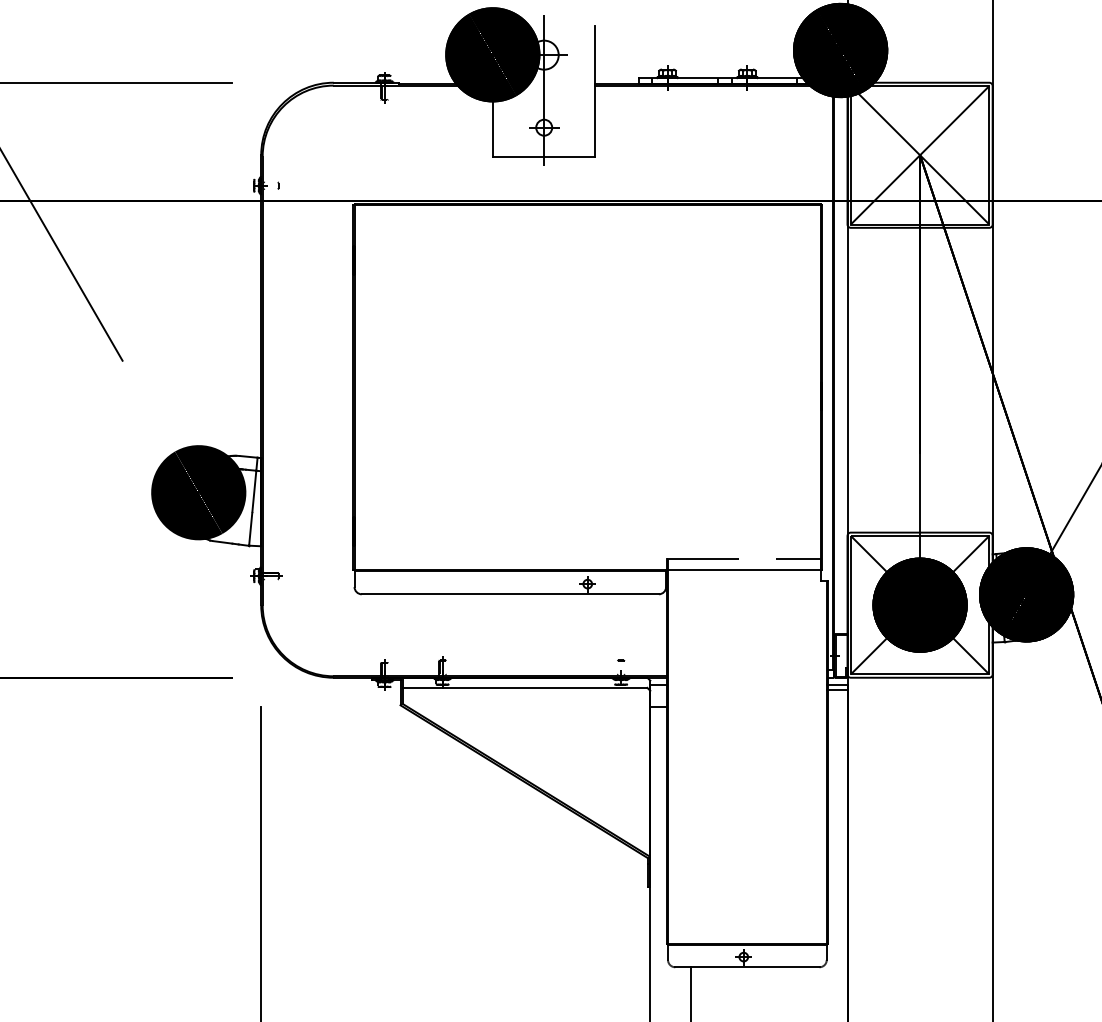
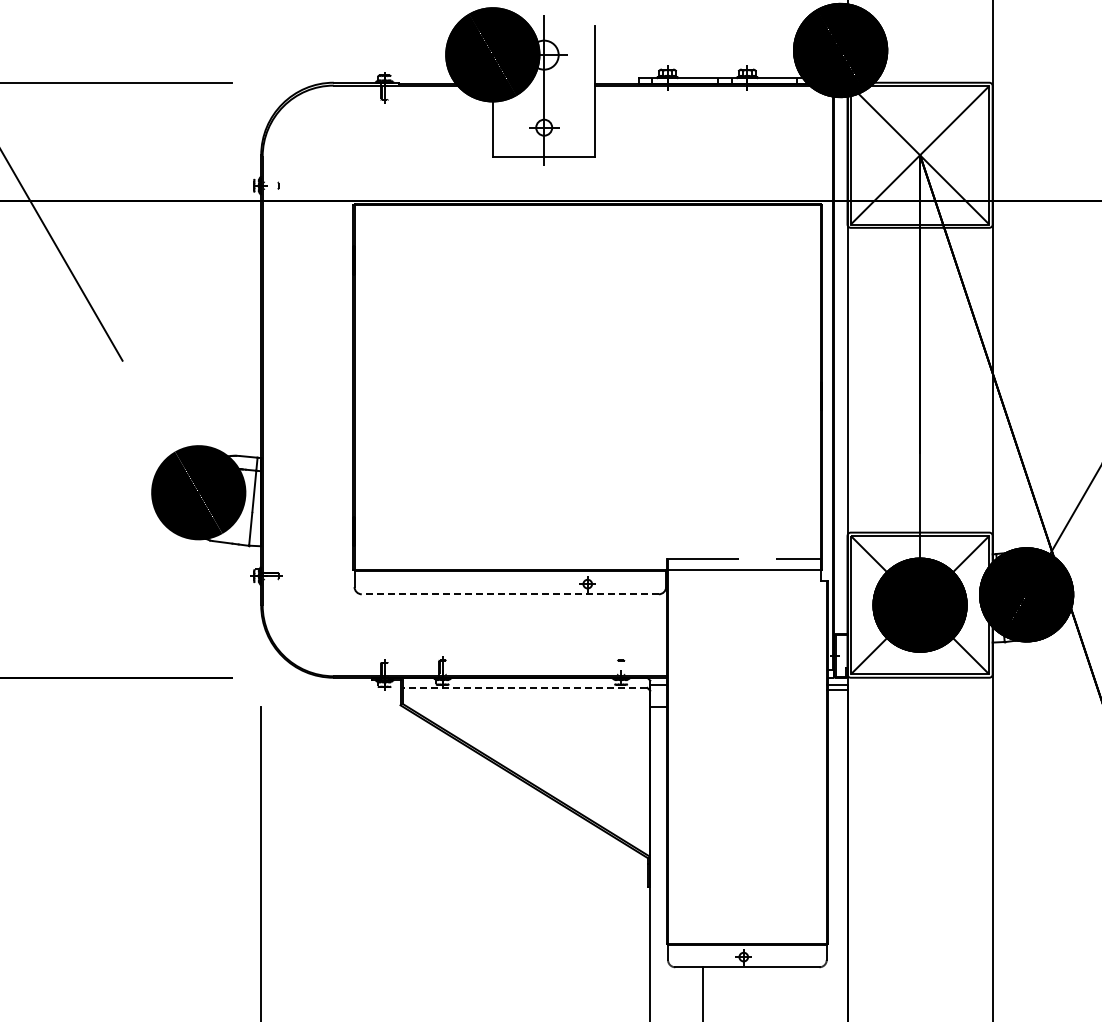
line at (510, 594): solid -> dashed
line at (524, 687): solid -> dashed
line at (690, 992) position: (690, 992) -> (702, 992)
